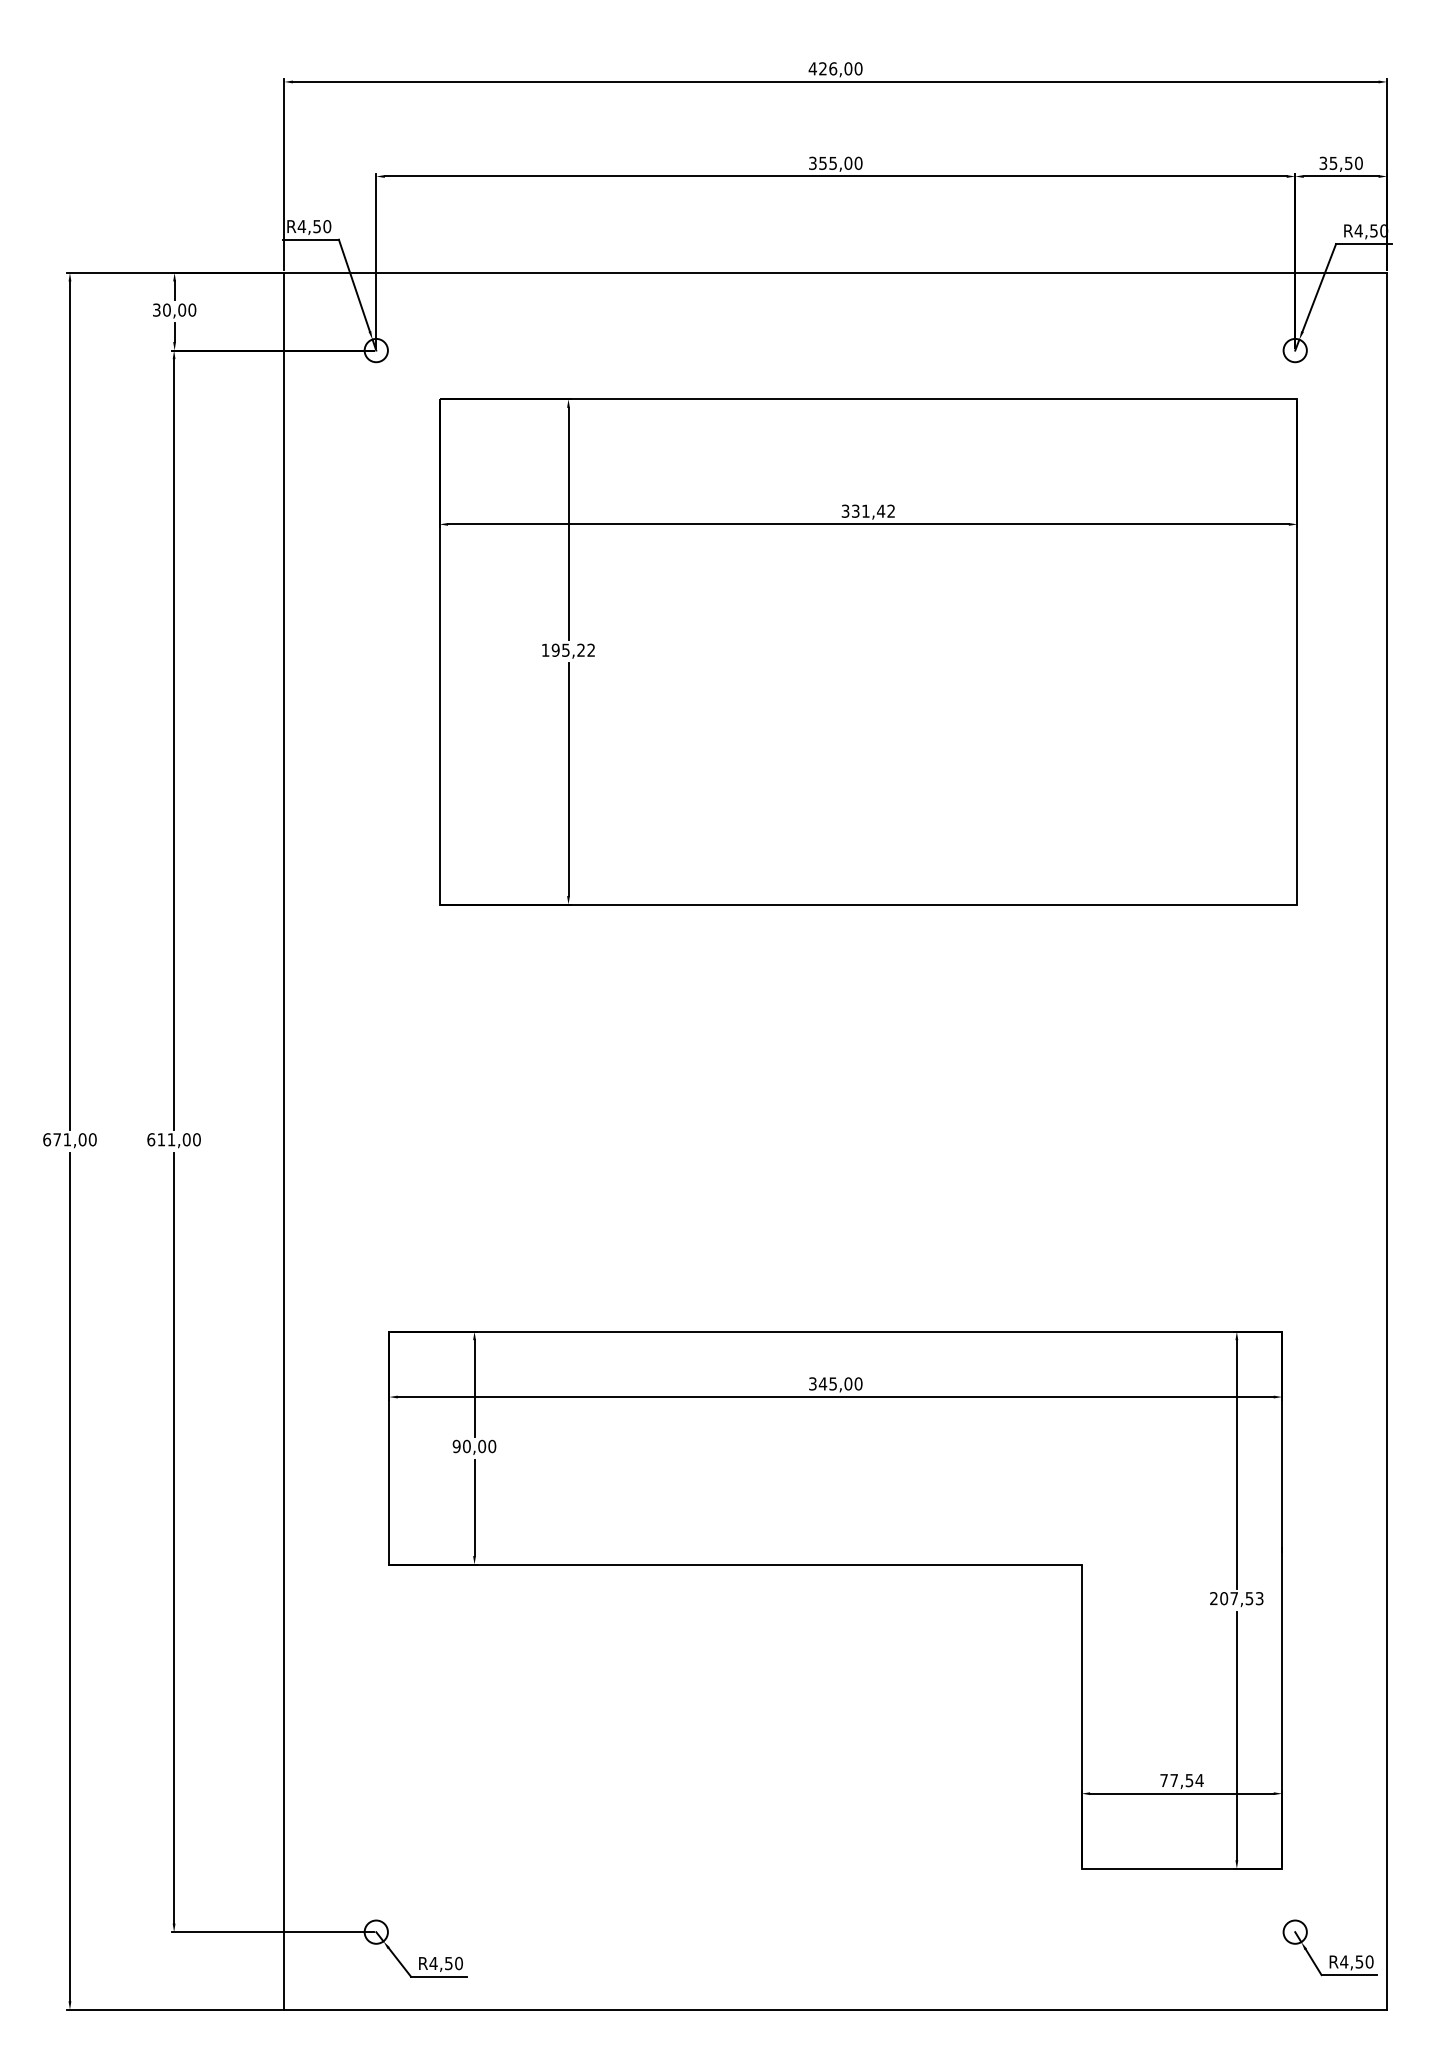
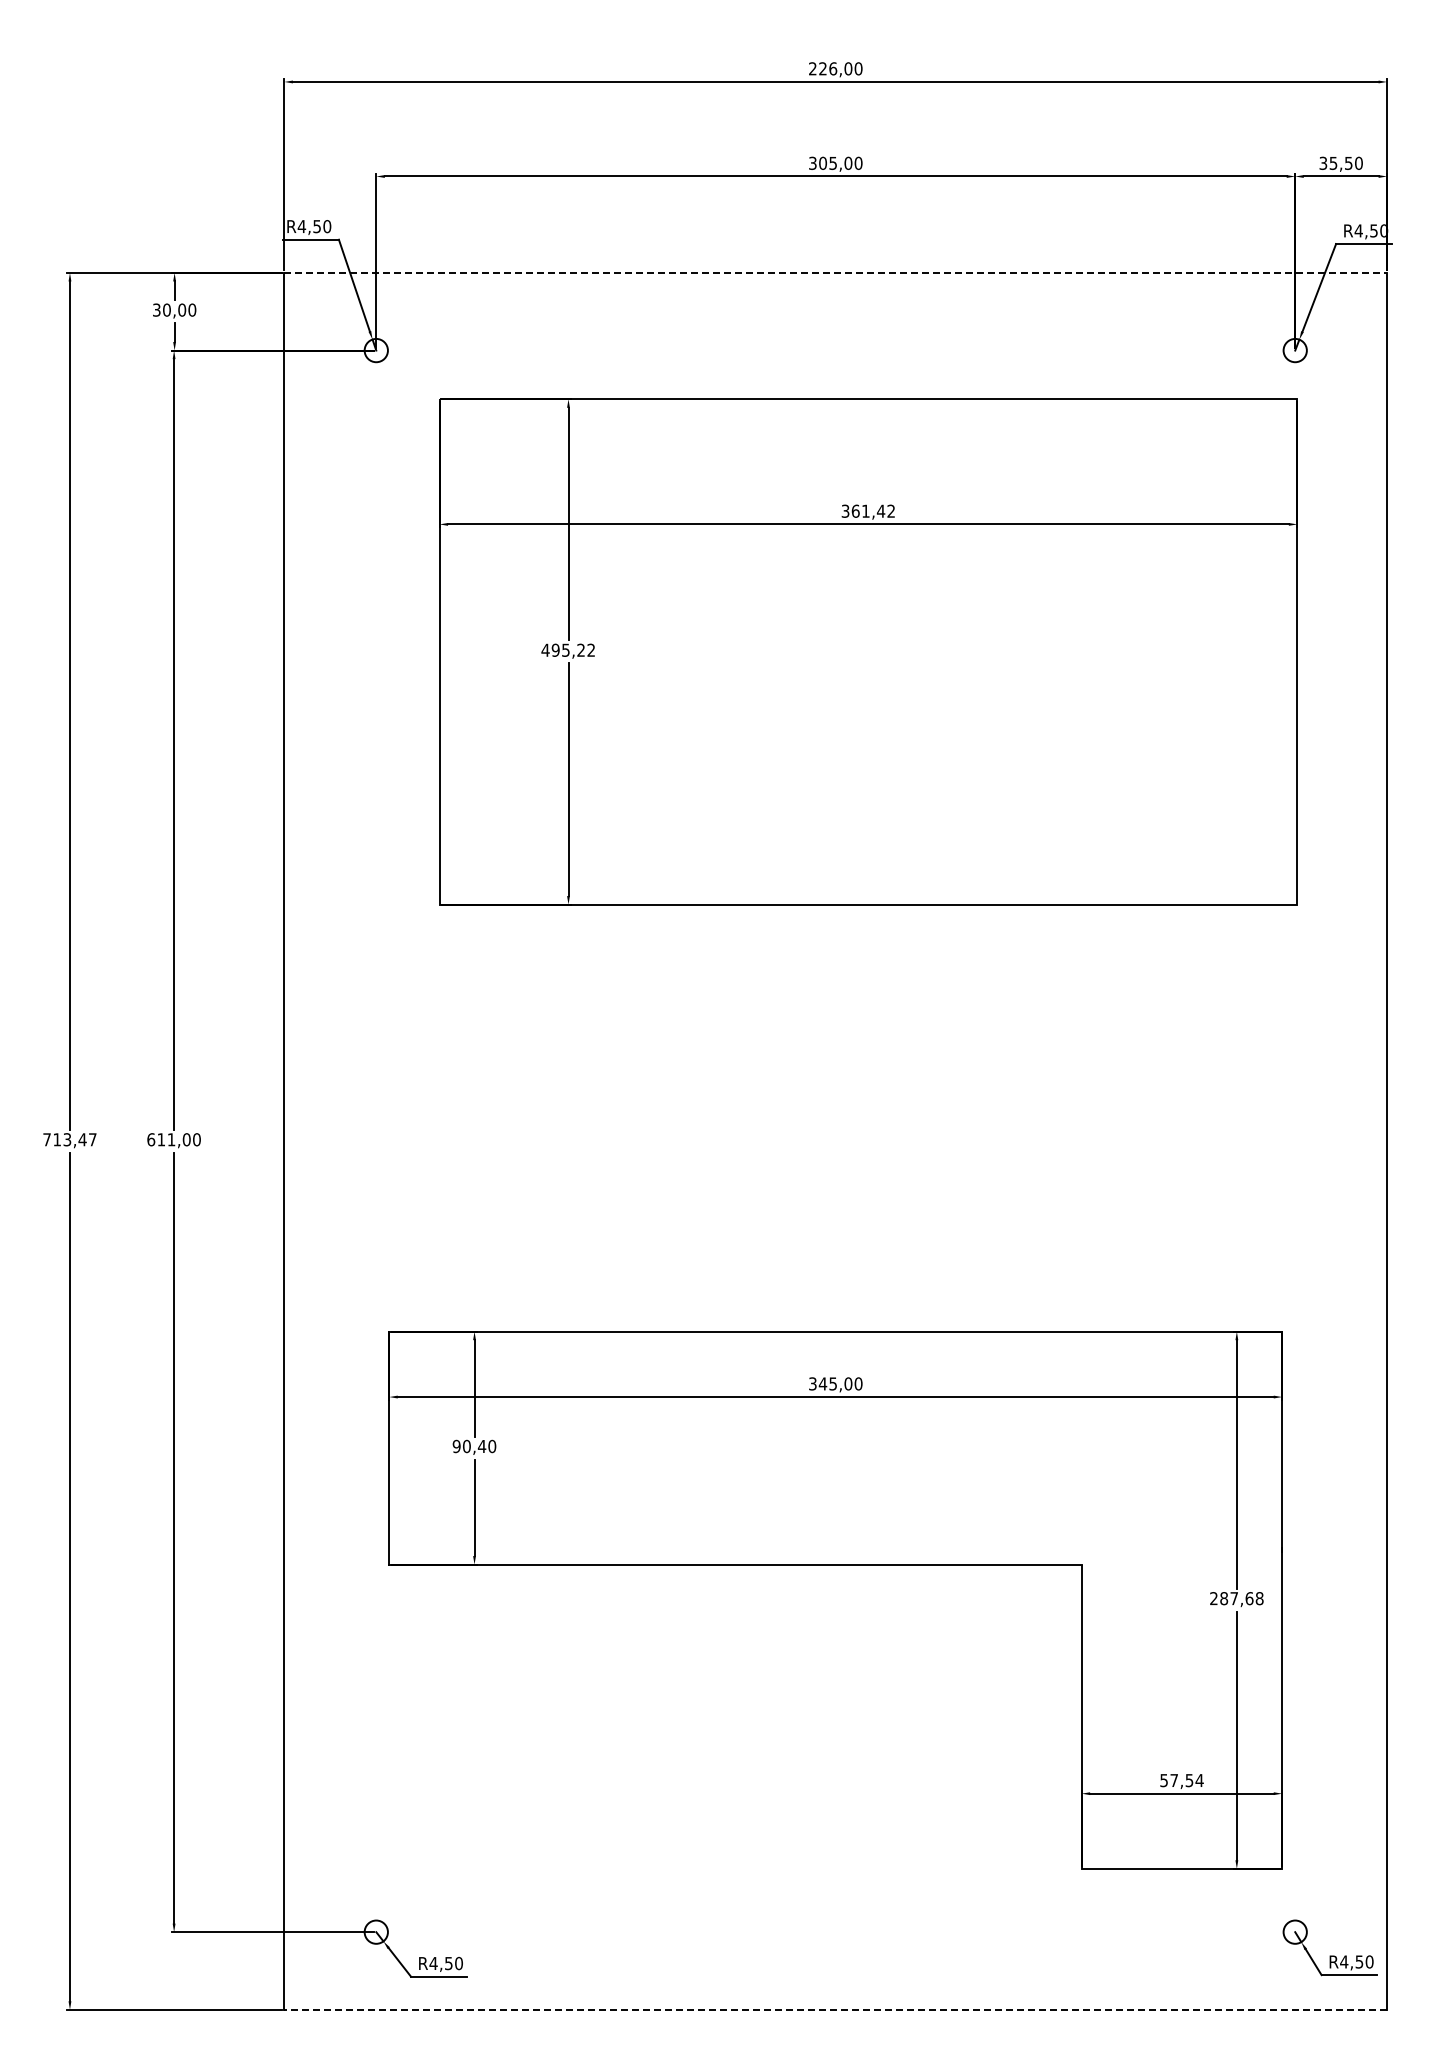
text at (812, 68): 426,00 -> 226,00
text at (822, 162): 355,00 -> 305,00
line at (836, 272): solid -> dashed
text at (855, 510): 331,42 -> 361,42
text at (545, 649): 195,22 -> 495,22
text at (69, 1139): 671,00 -> 713,47
text at (481, 1446): 90,00 -> 90,40
text at (1241, 1598): 207,53 -> 287,68
text at (1163, 1780): 77,54 -> 57,54
line at (835, 2009): solid -> dashed
